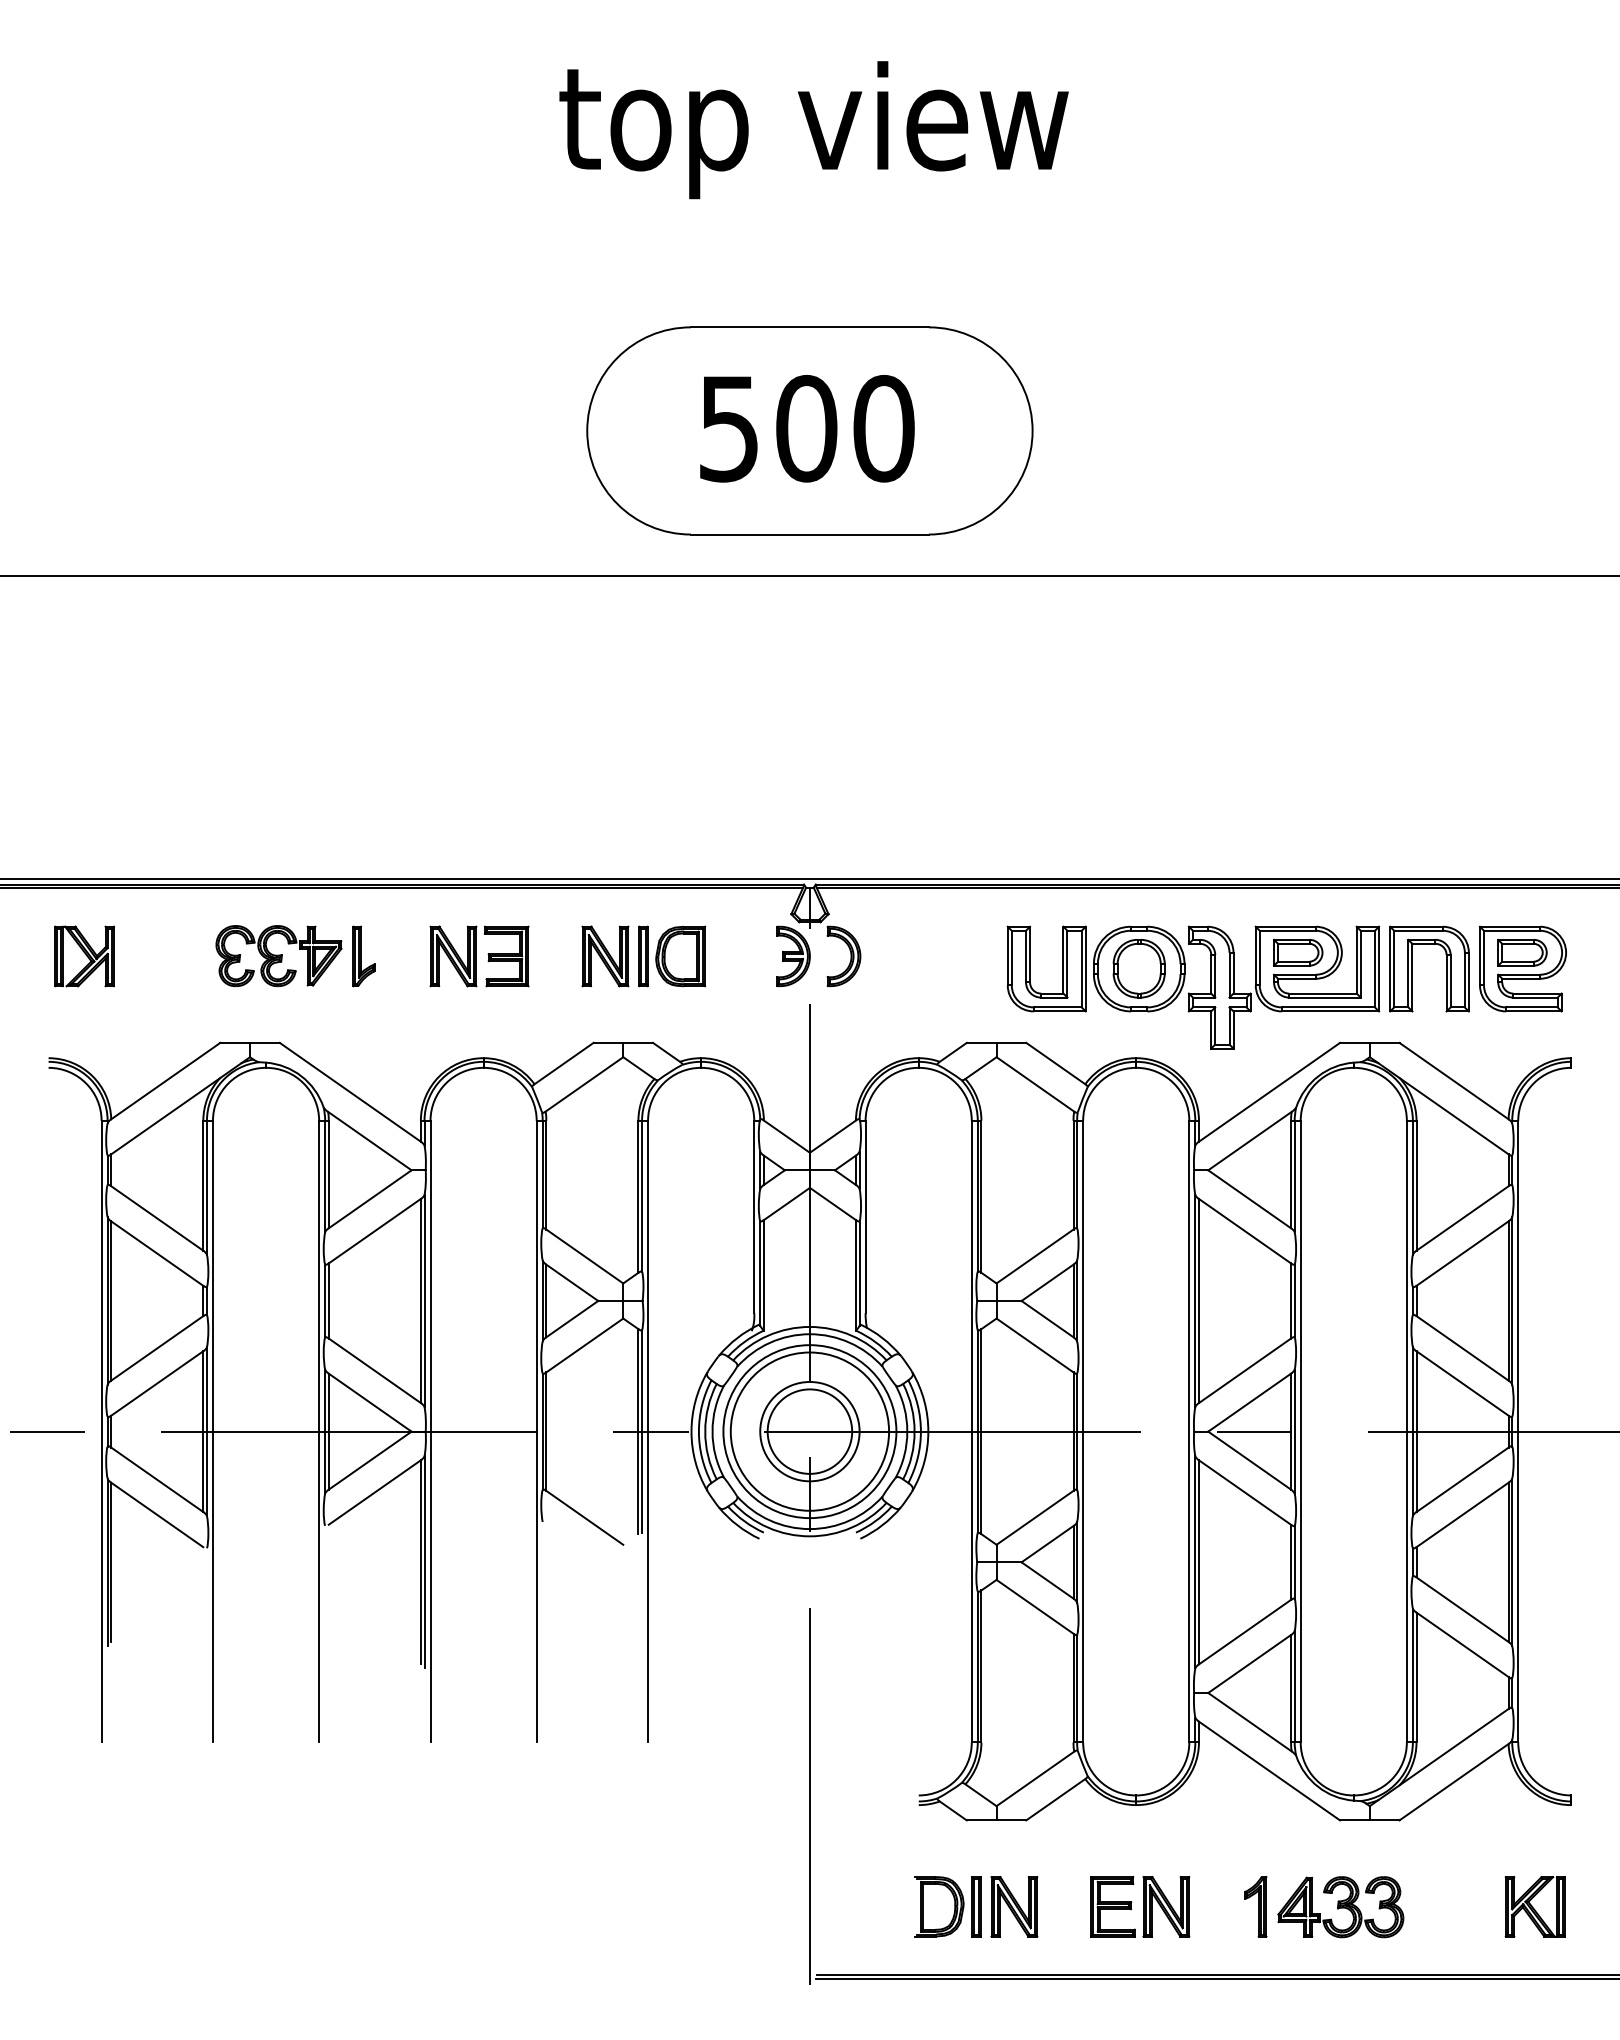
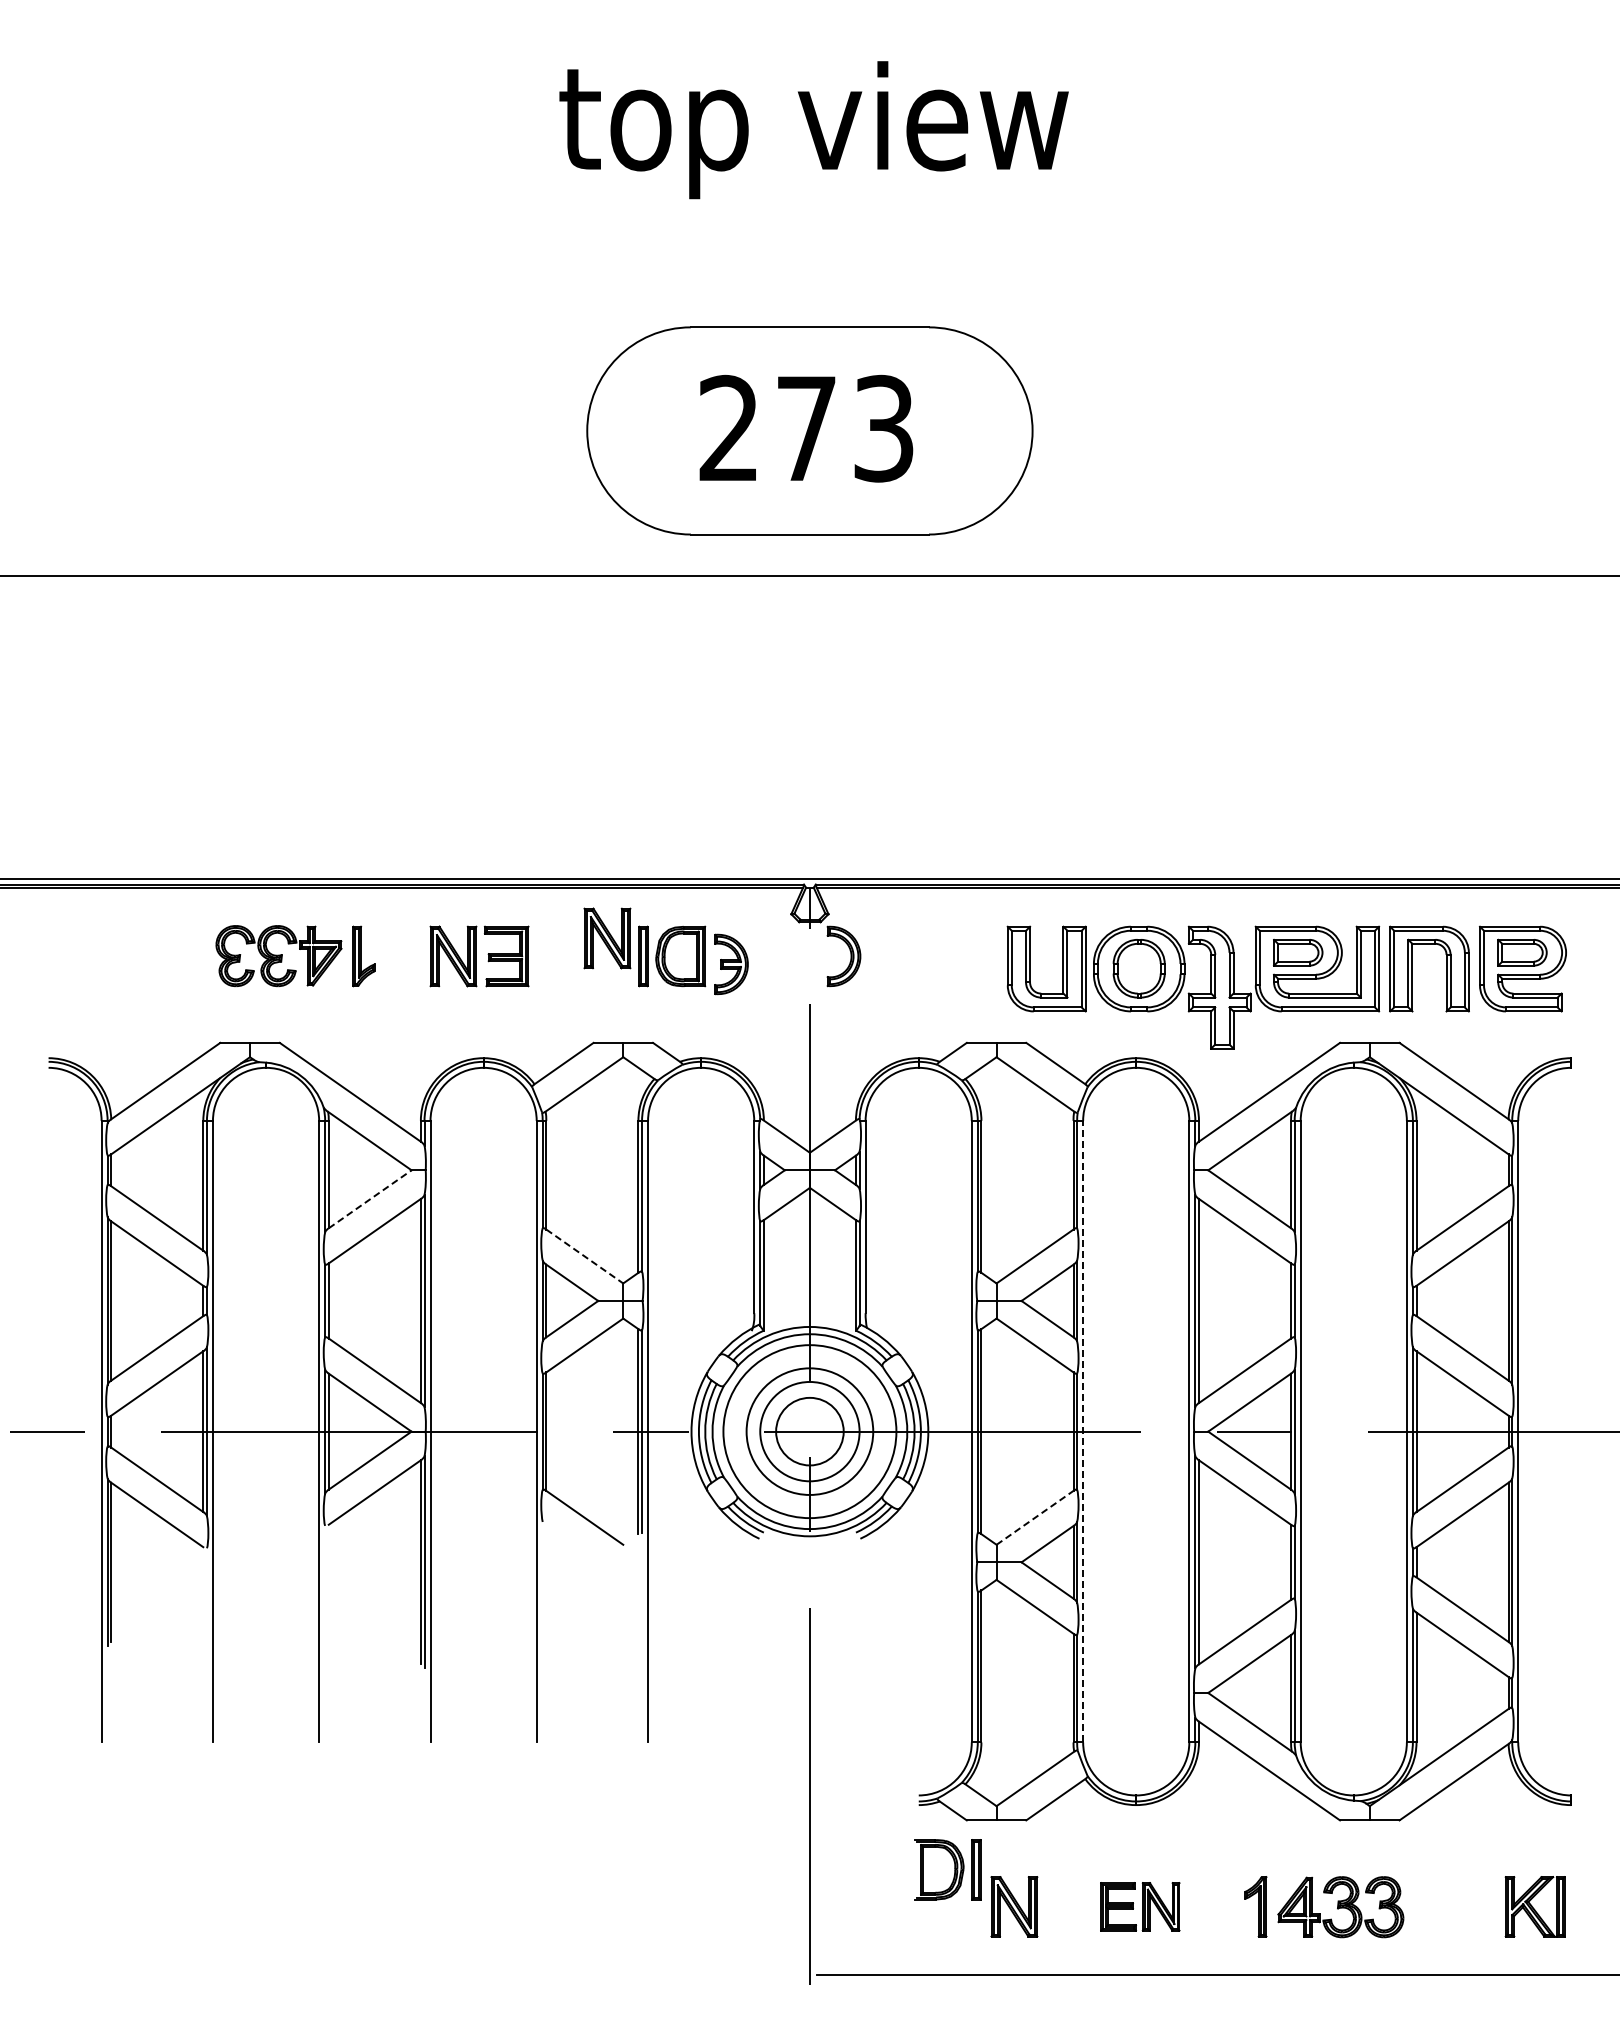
text at (806, 428): 500 -> 273
part at (84, 956): present -> none
part at (605, 956) position: (605, 956) -> (607, 938)
part at (793, 956) position: (793, 956) -> (731, 964)
line at (370, 1199): solid -> dashed
line at (584, 1256): solid -> dashed
circle at (809, 1431) diameter: 158 px -> 127 px
circle at (809, 1431) diameter: 84 px -> 68 px
line at (1083, 1431): solid -> dashed
line at (1035, 1517): solid -> dashed
part at (947, 1906) position: (947, 1906) -> (947, 1869)
part at (1140, 1906) size: 101x62 px -> 81x50 px
line at (1215, 1978): present -> none
